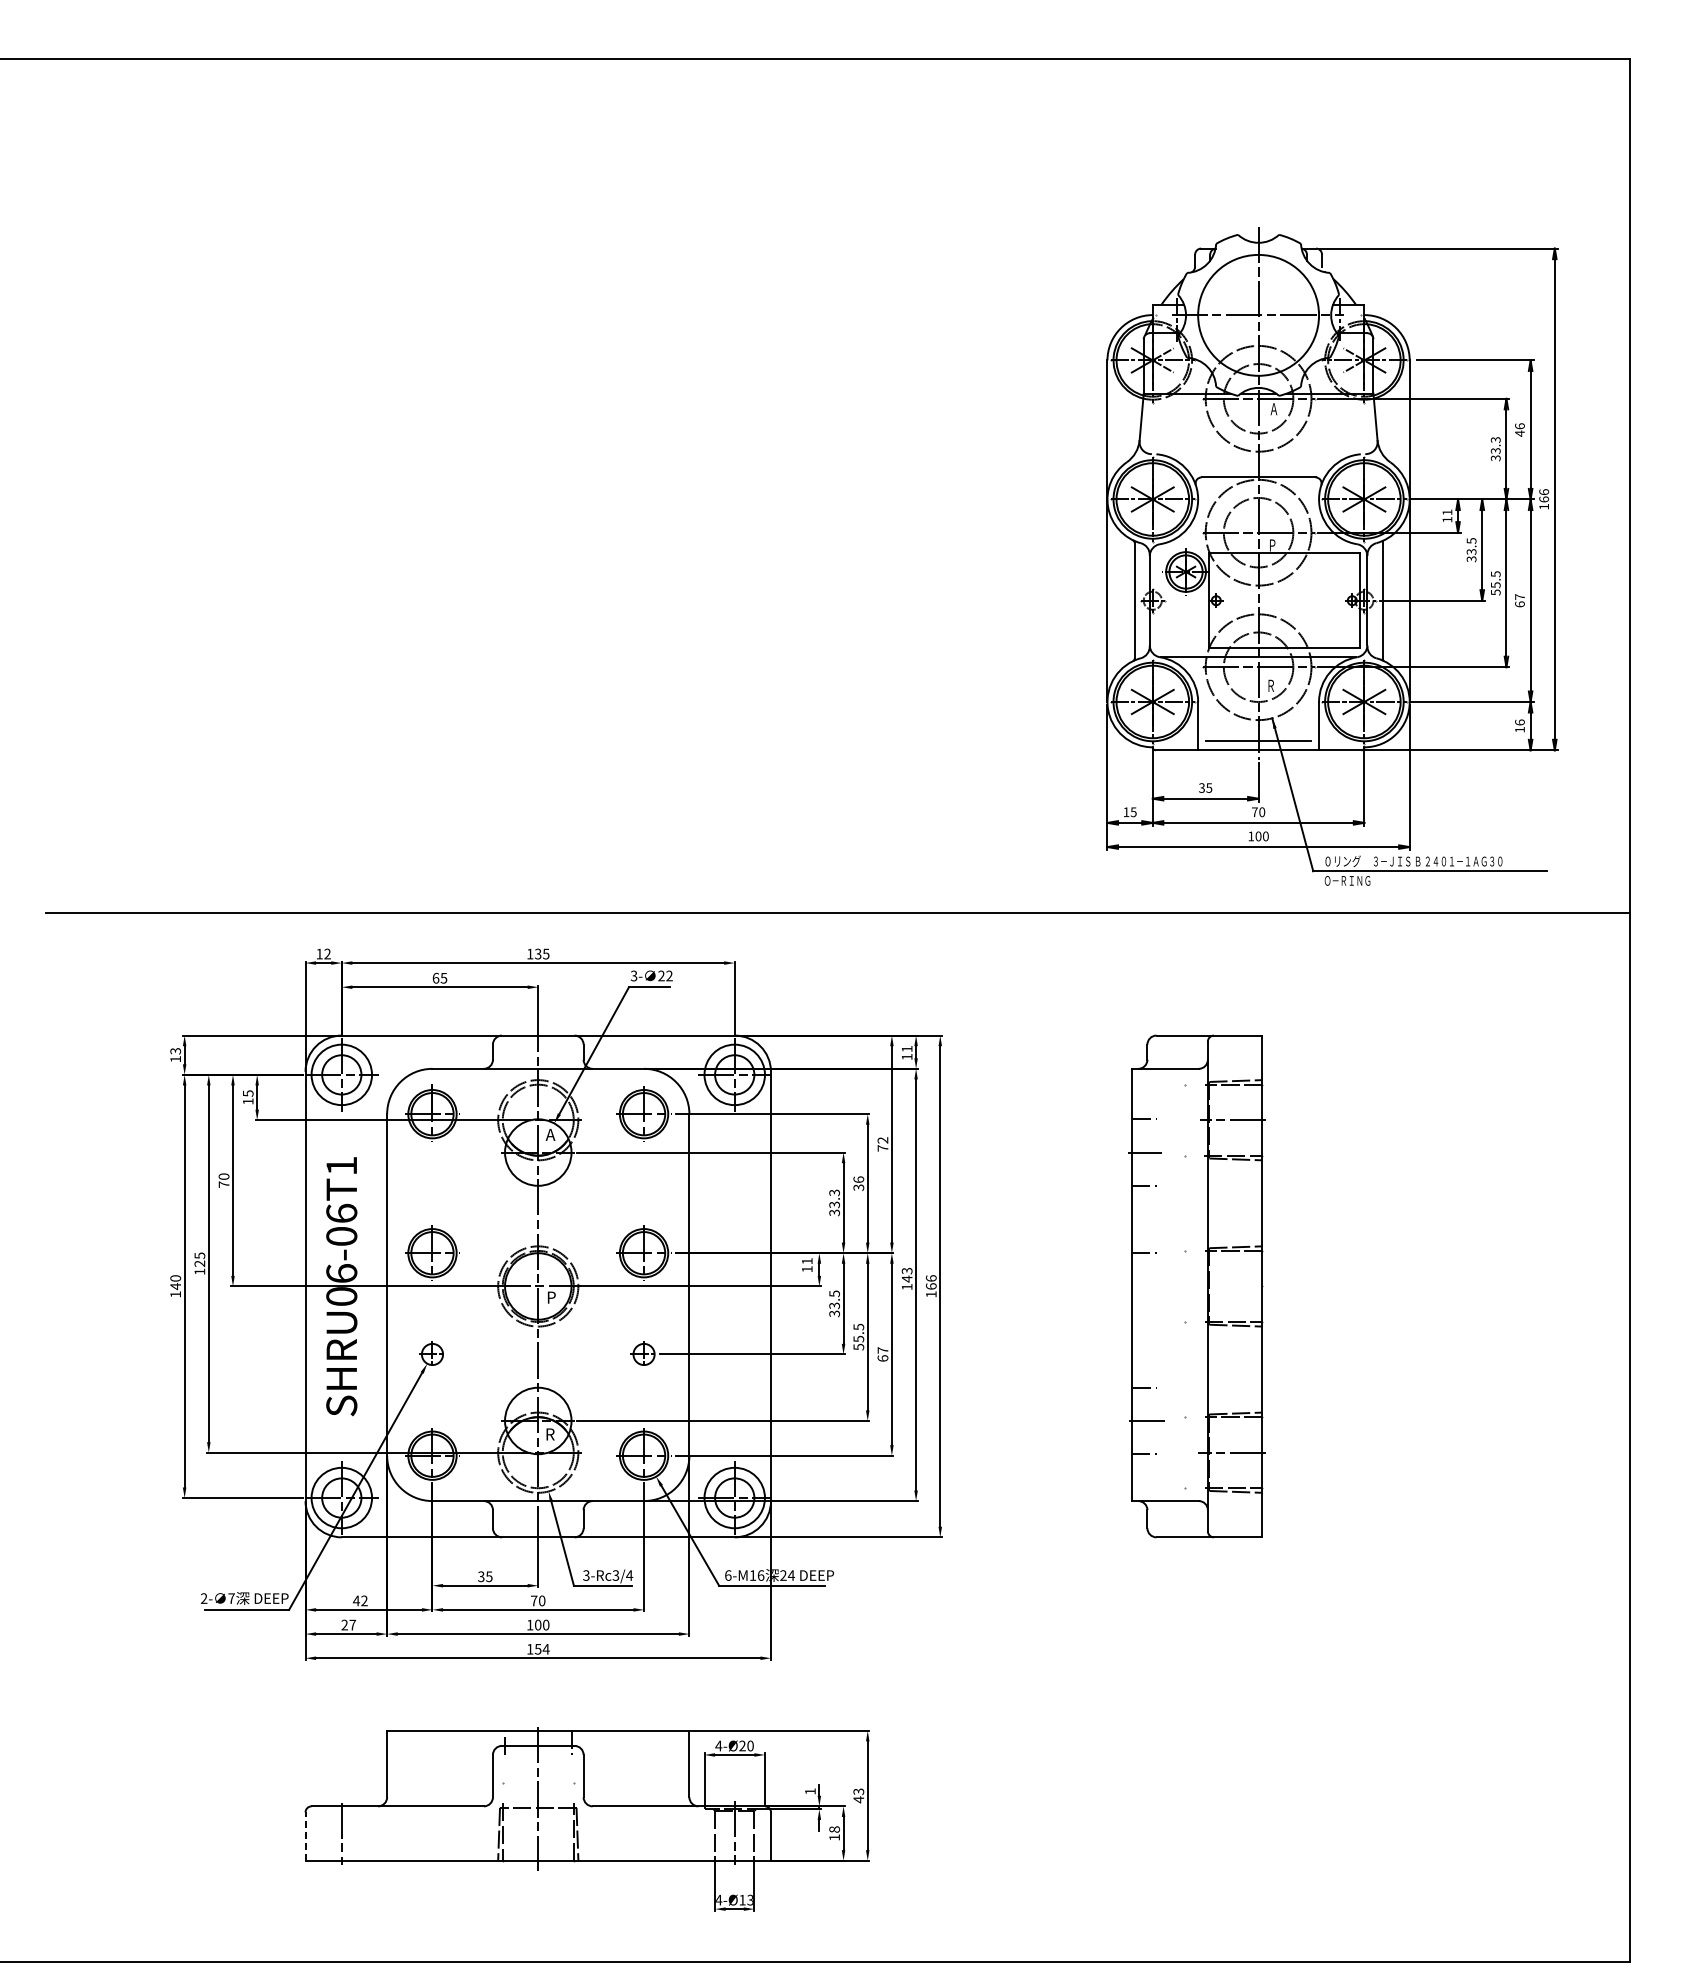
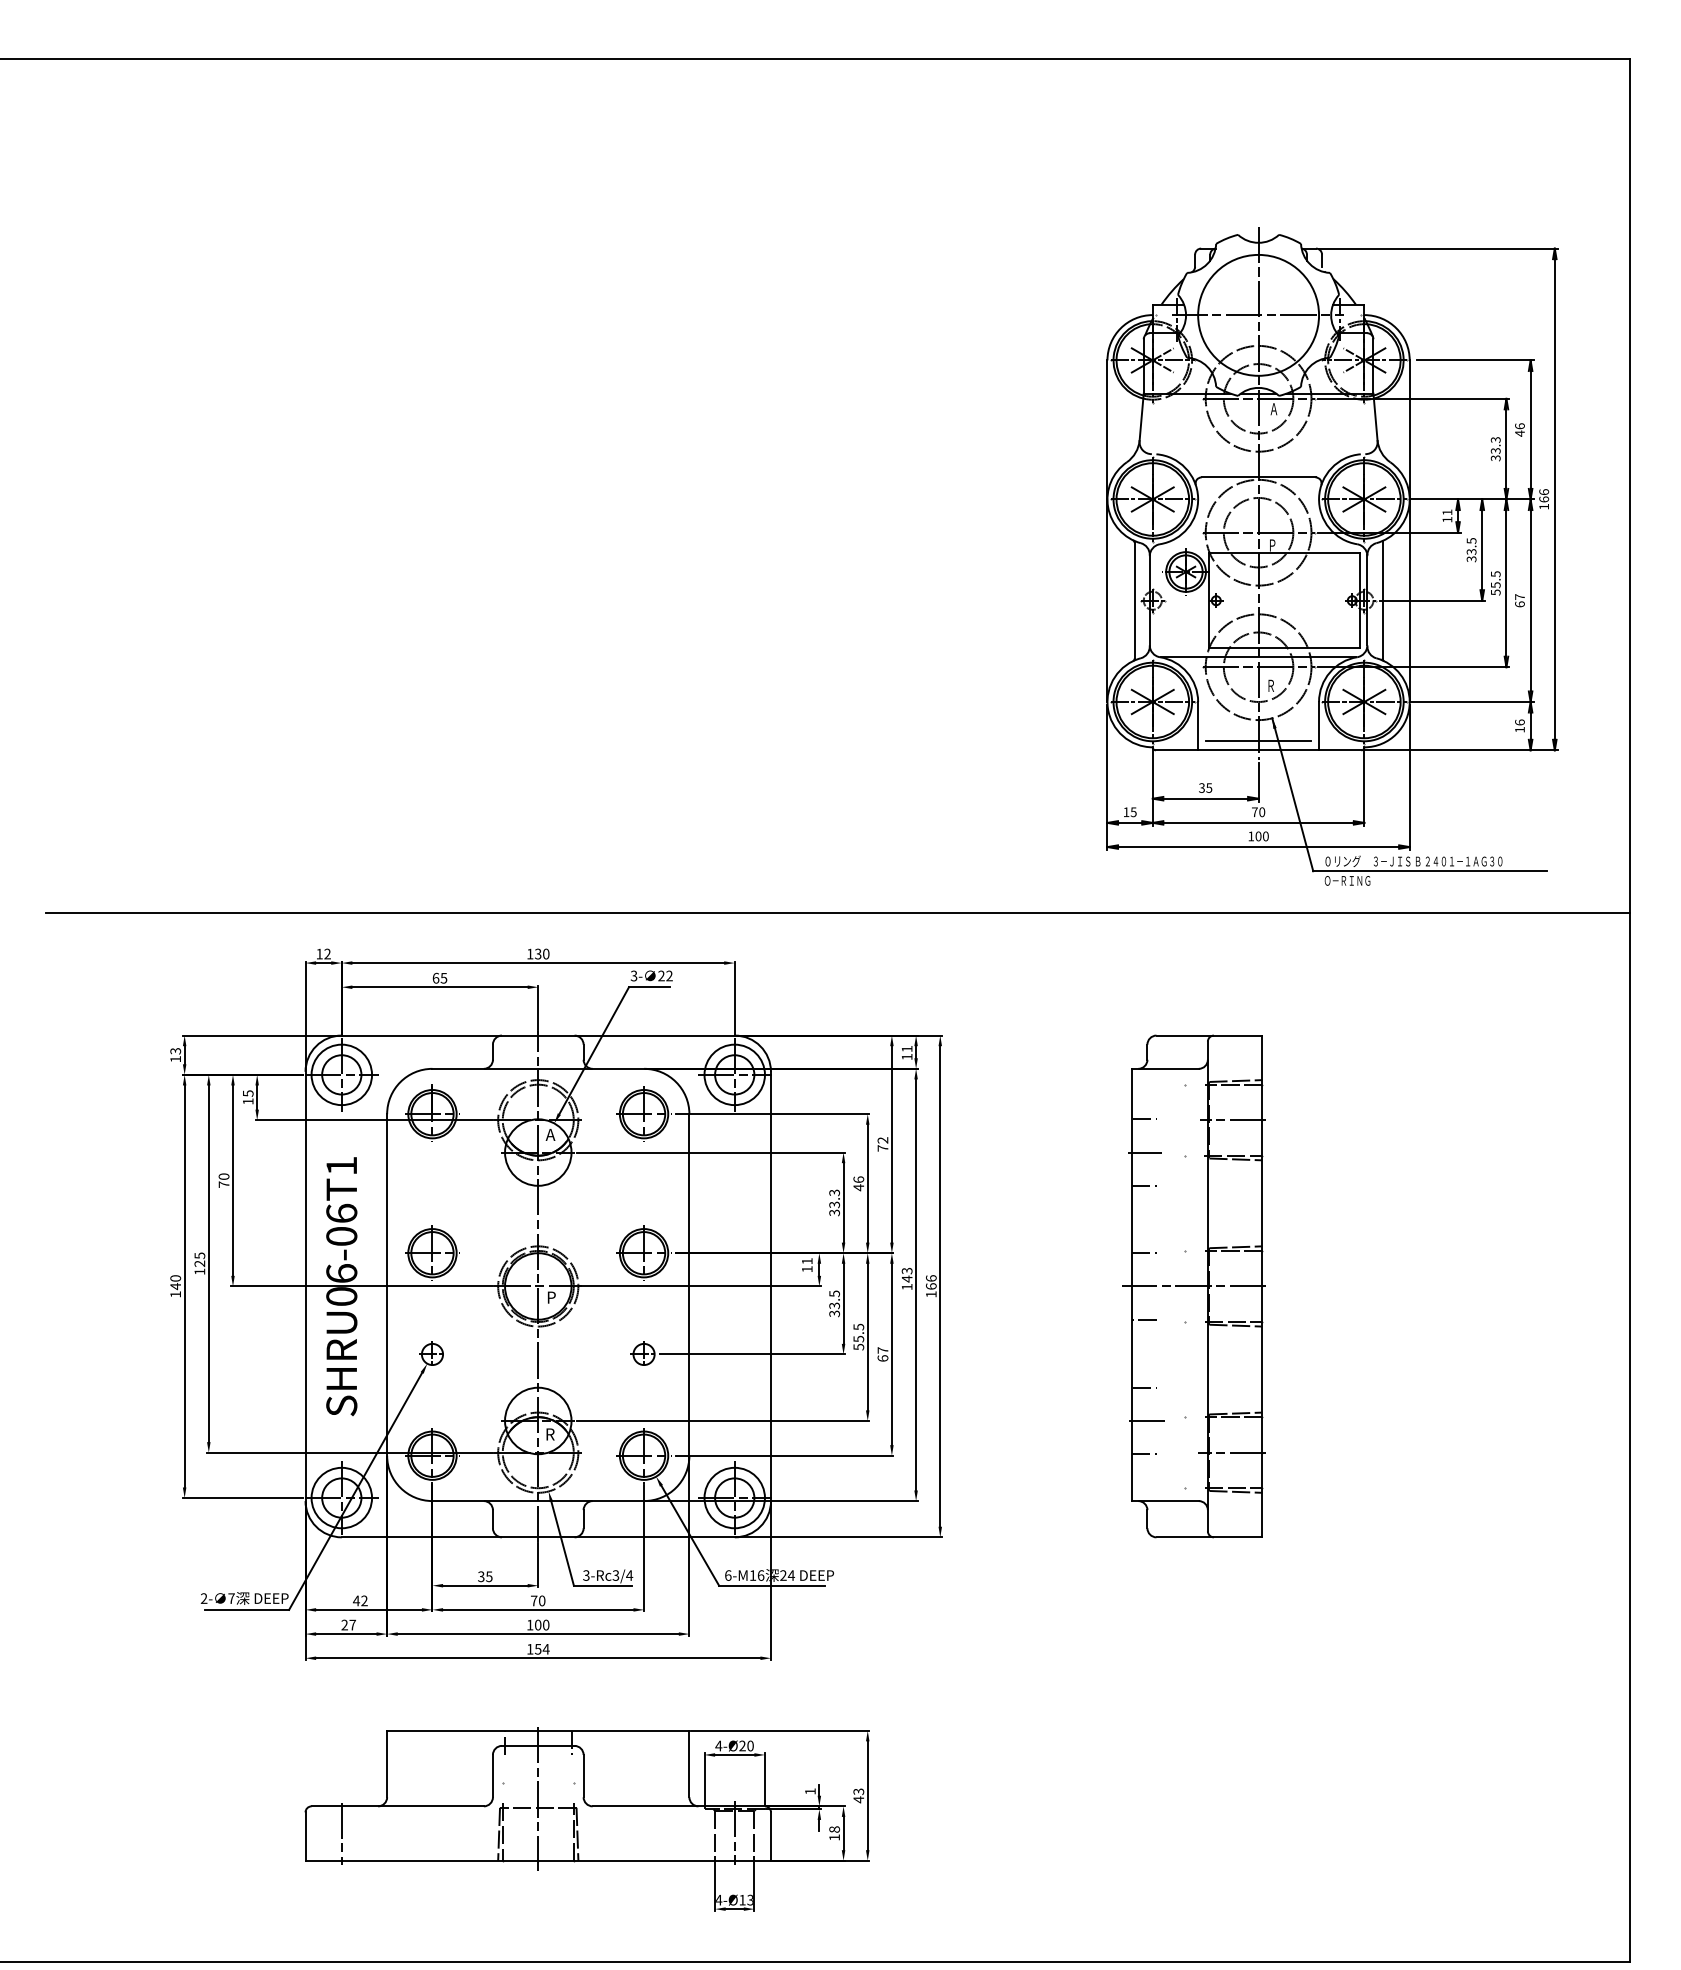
text at (546, 953): 135 -> 130
text at (858, 1187): 36 -> 46
line at (1193, 1286): none -> present
line at (1144, 1319): none -> present
line at (305, 1836): dashed -> solid
